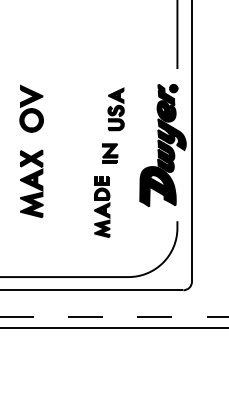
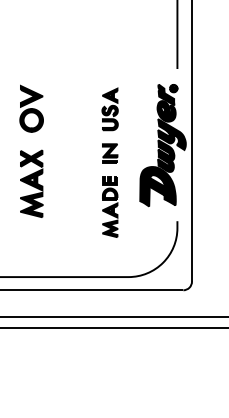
part at (115, 109) position: (115, 109) -> (109, 109)
part at (102, 206) position: (102, 206) -> (110, 206)
line at (114, 316): dashed -> solid
